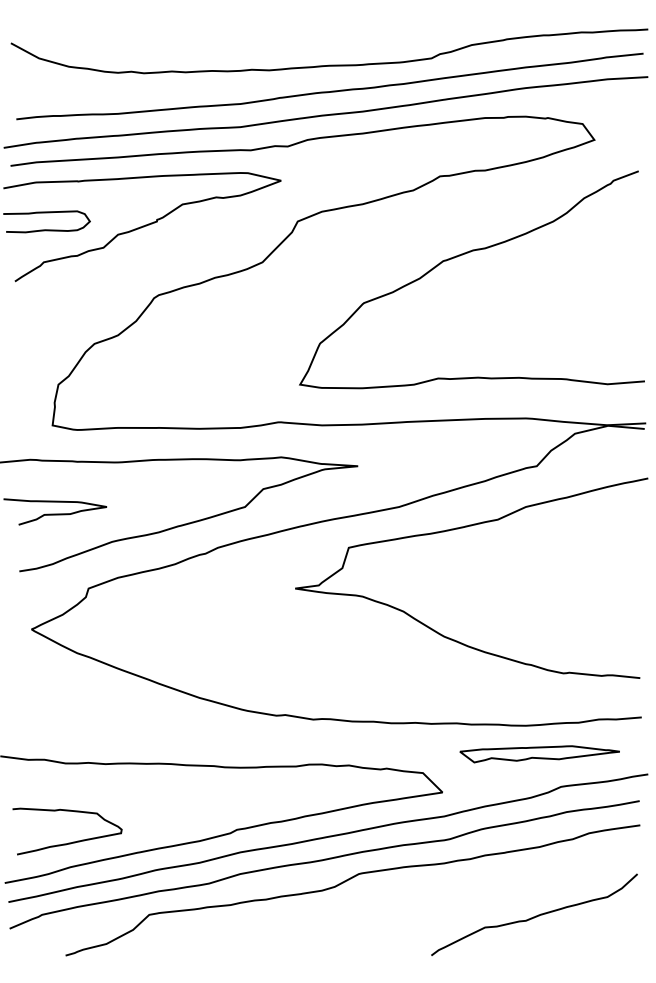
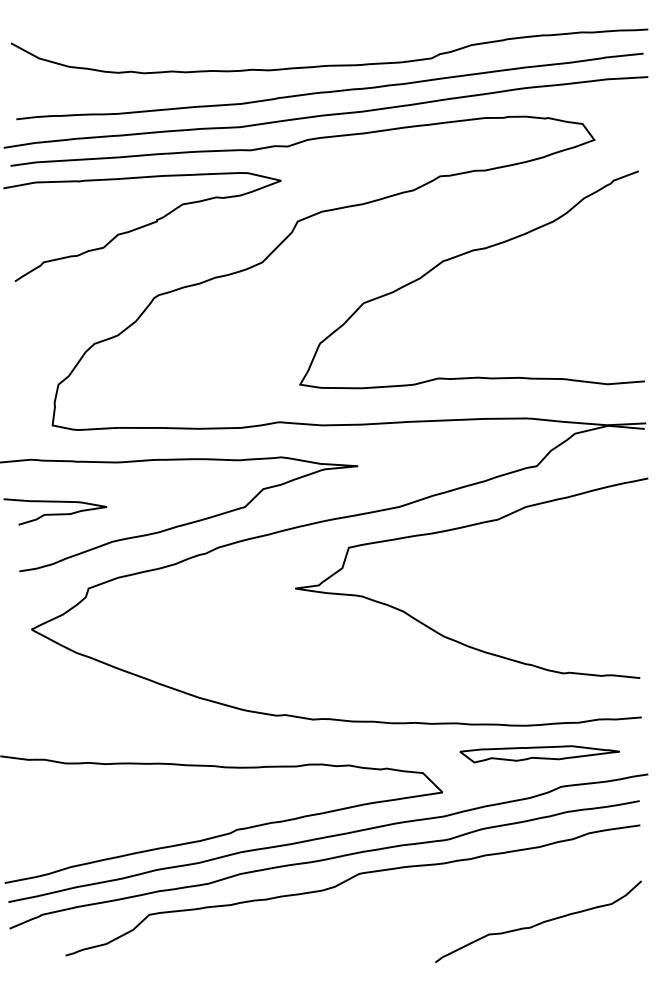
curve at (46, 213): present -> none
curve at (68, 842): present -> none
curve at (535, 915) position: (535, 915) -> (539, 922)
